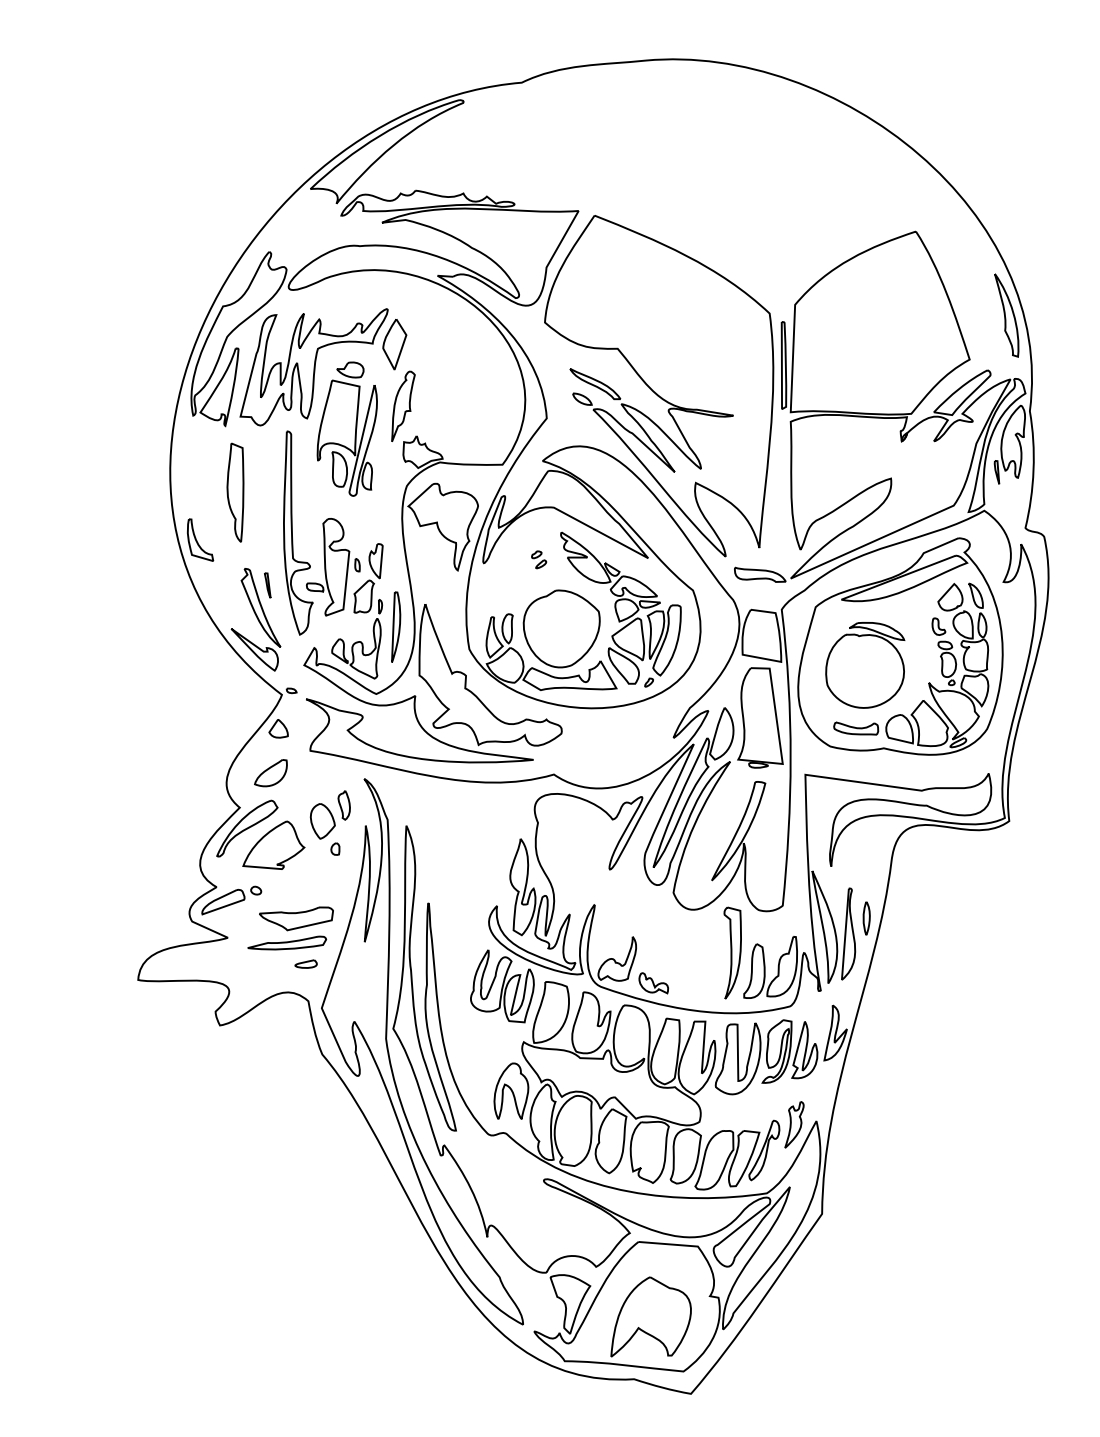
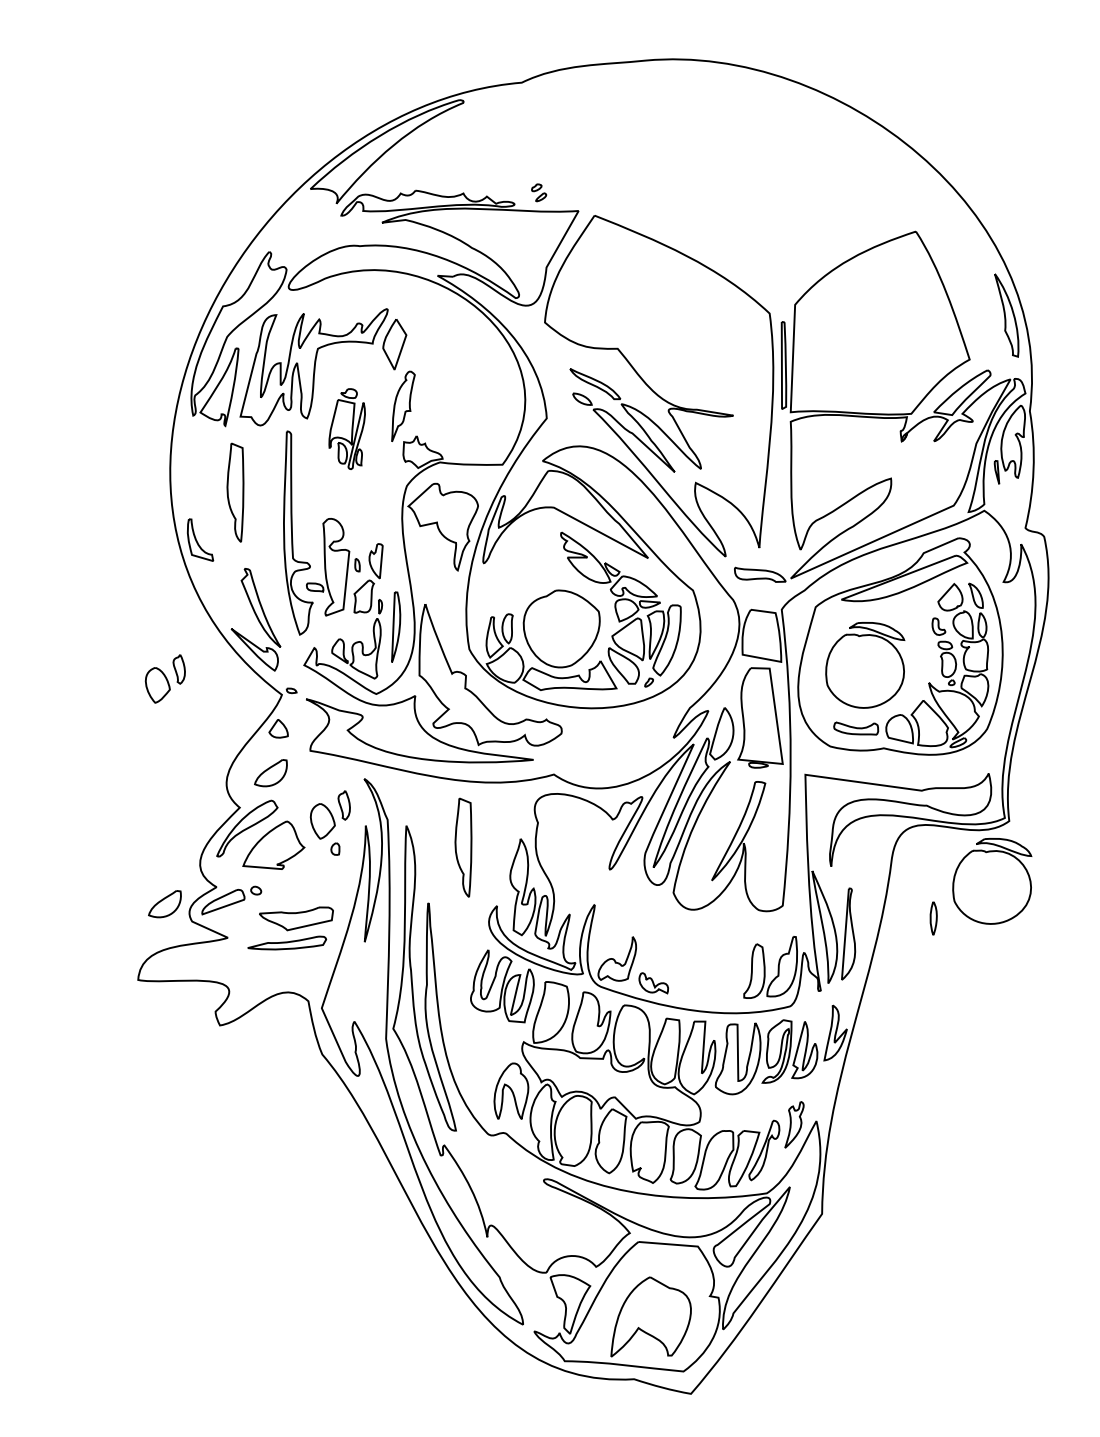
part at (346, 428) size: 62x136 px -> 38x82 px
part at (539, 559) position: (539, 559) -> (539, 192)
part at (267, 585): present -> none
part at (164, 678): none -> present
part at (463, 847): none -> present
part at (992, 881): none -> present
part at (164, 904): none -> present
part at (866, 918) position: (866, 918) -> (933, 918)
part at (732, 952): present -> none
part at (305, 963): present -> none
